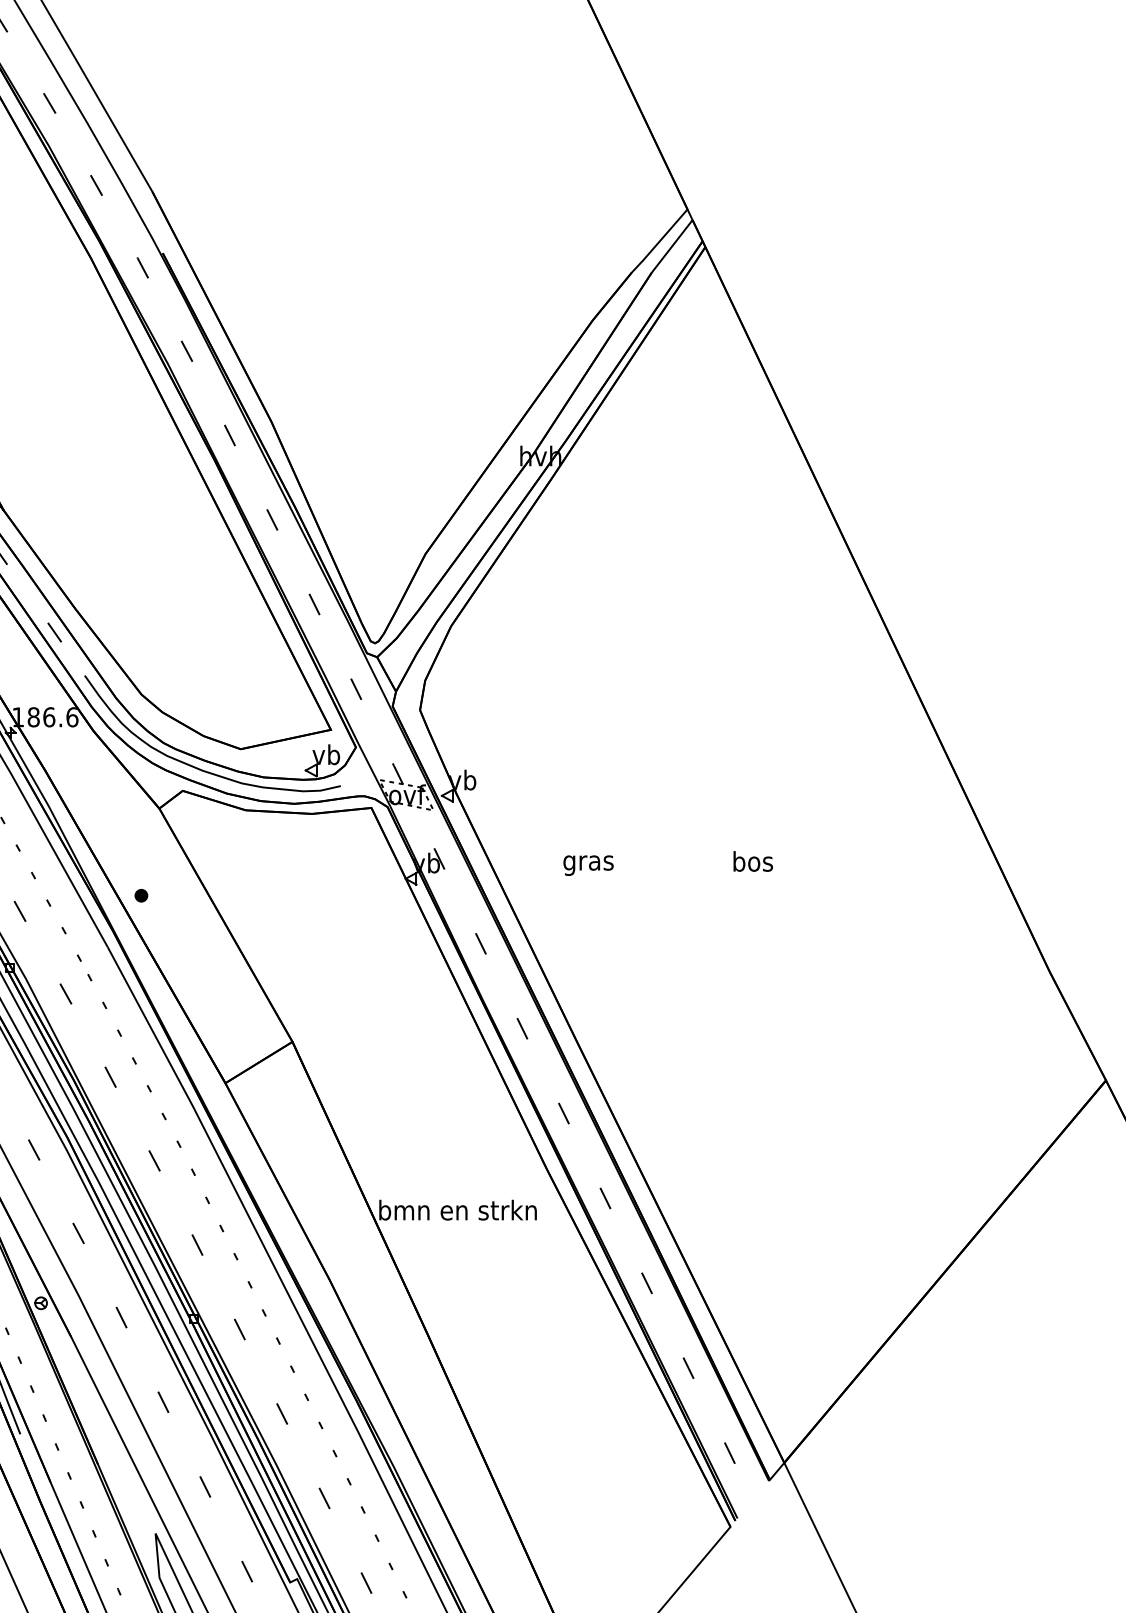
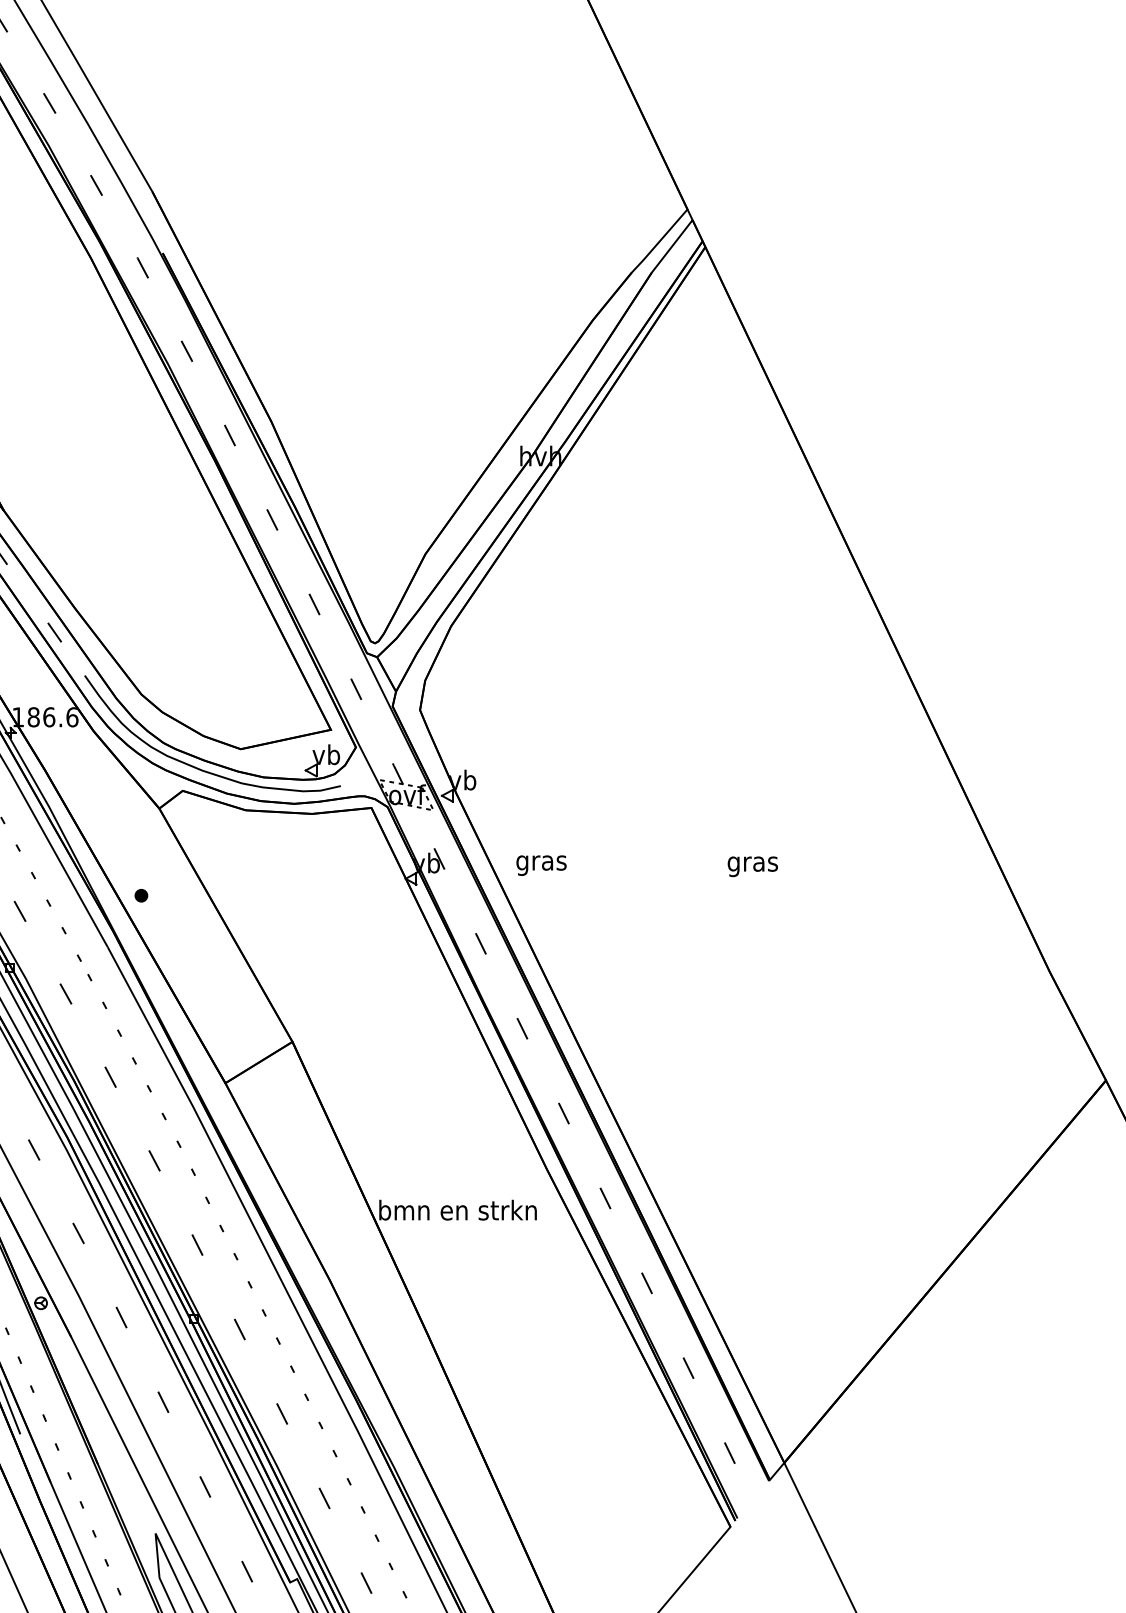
text at (752, 864): bos -> gras
text at (588, 865) position: (588, 865) -> (541, 865)
